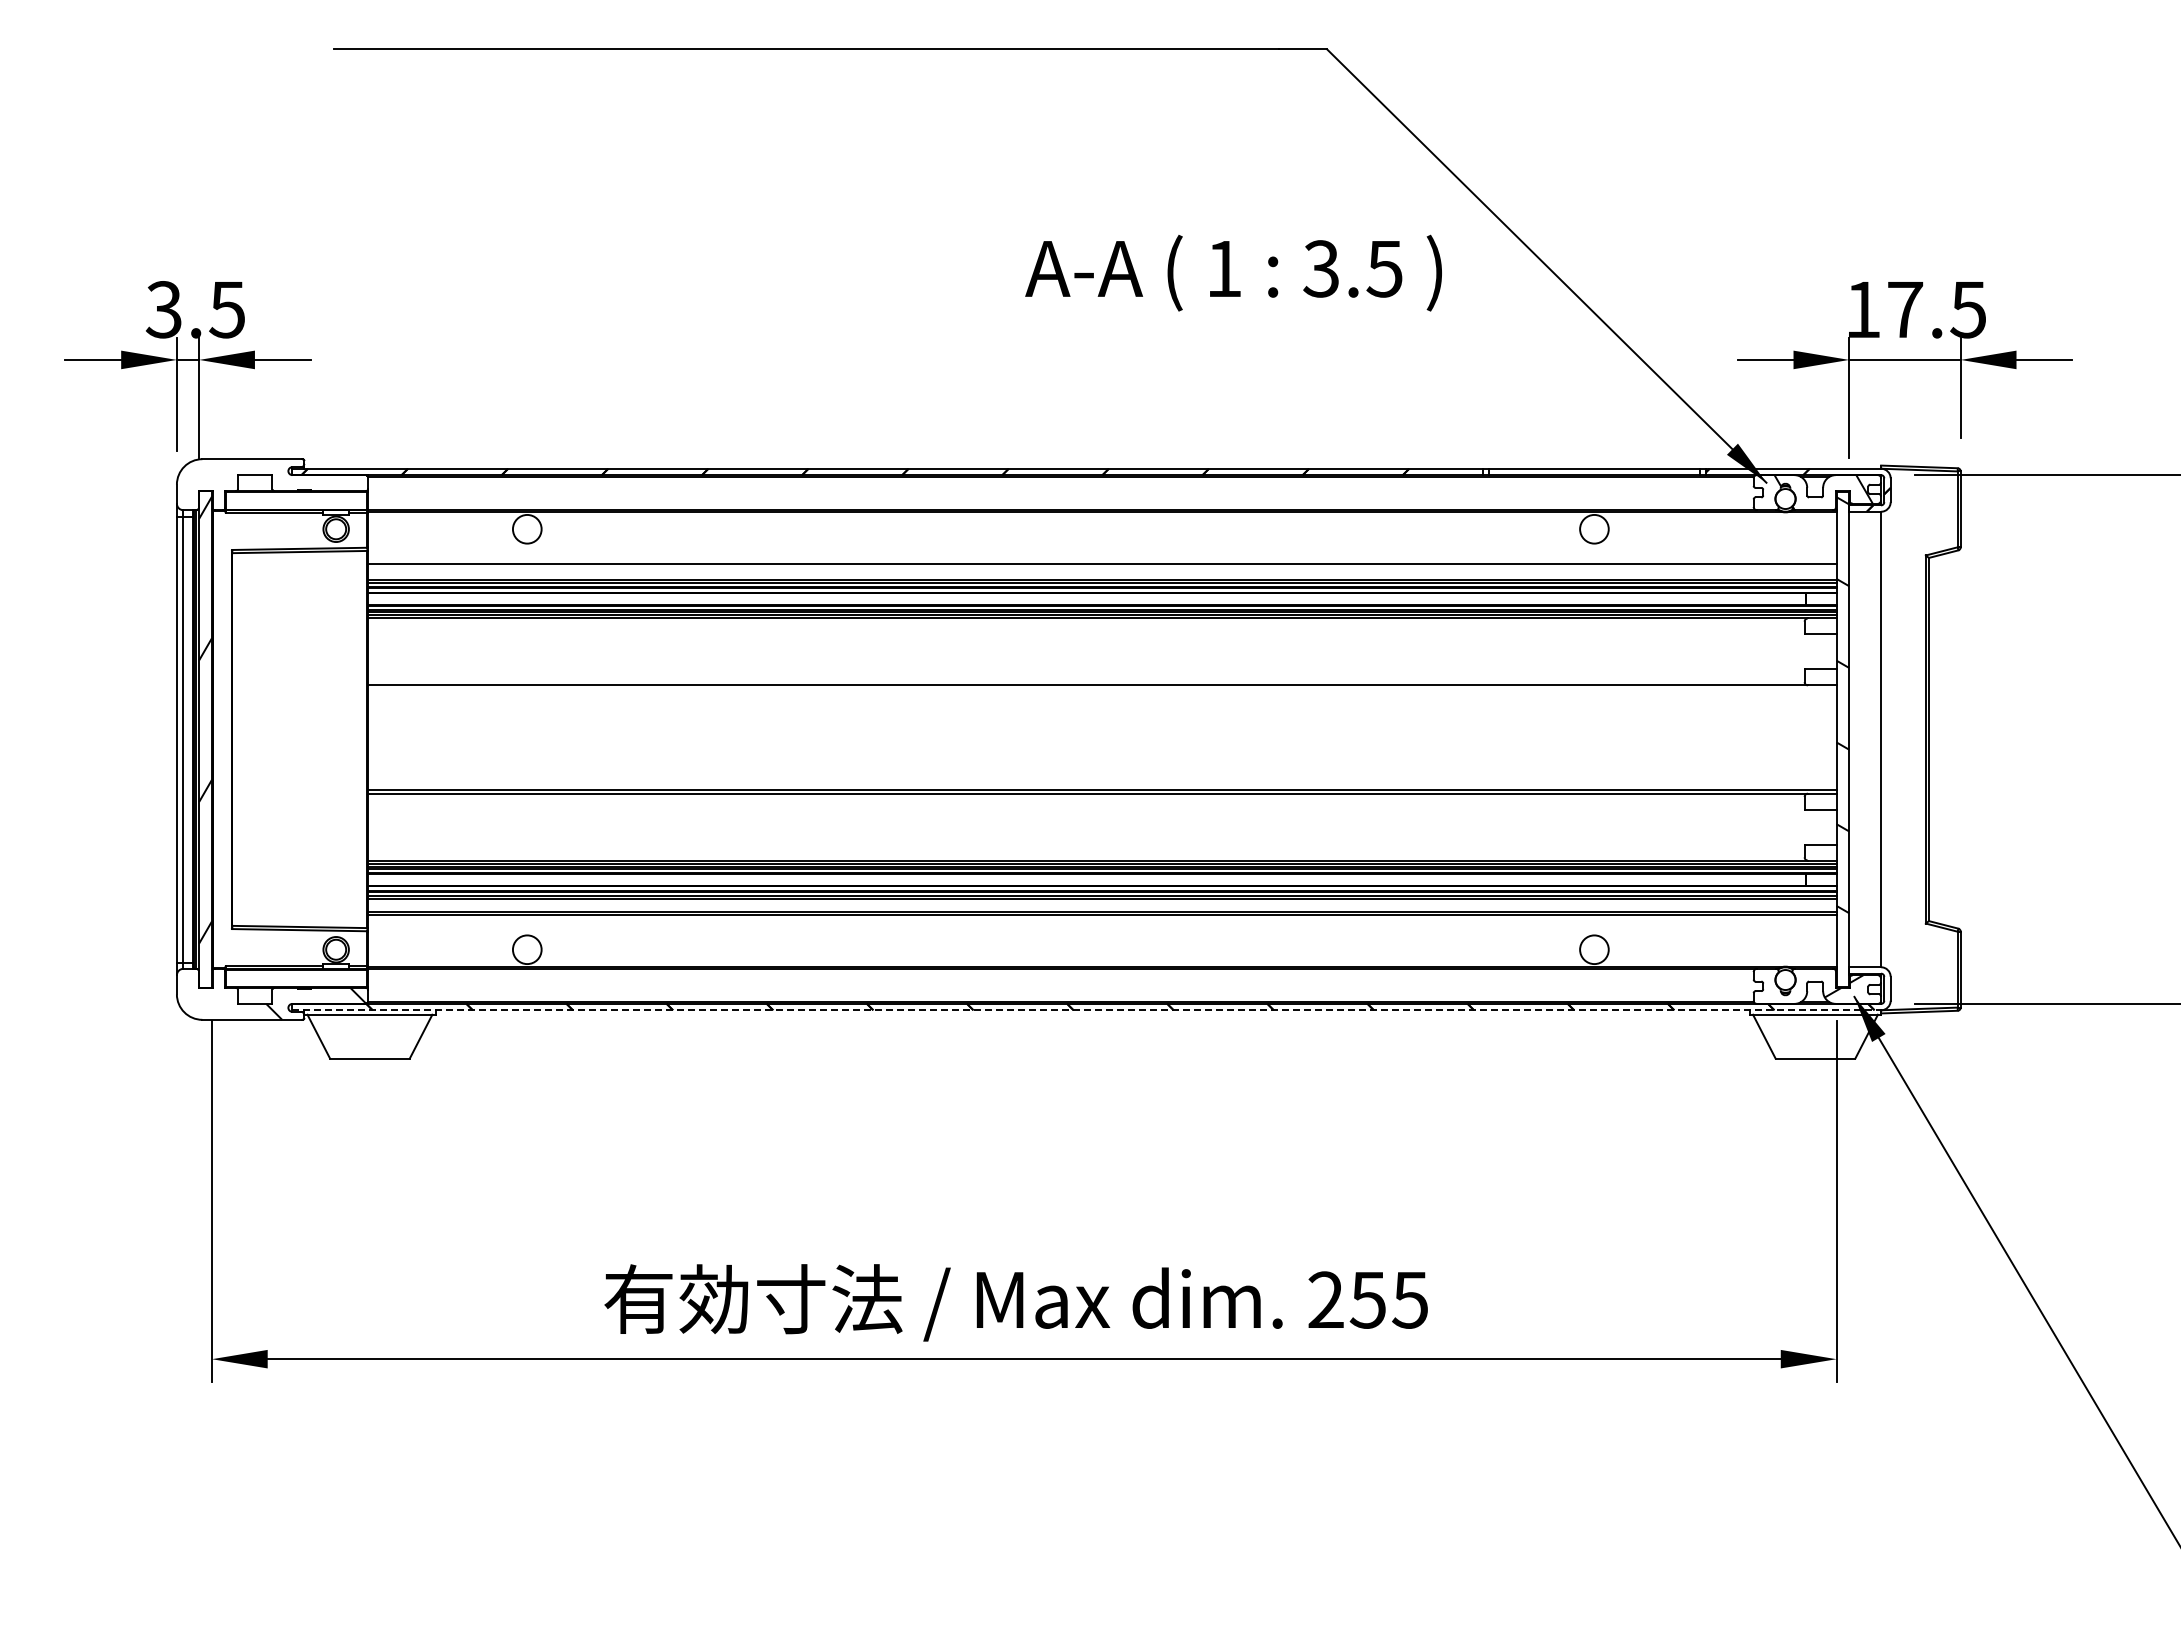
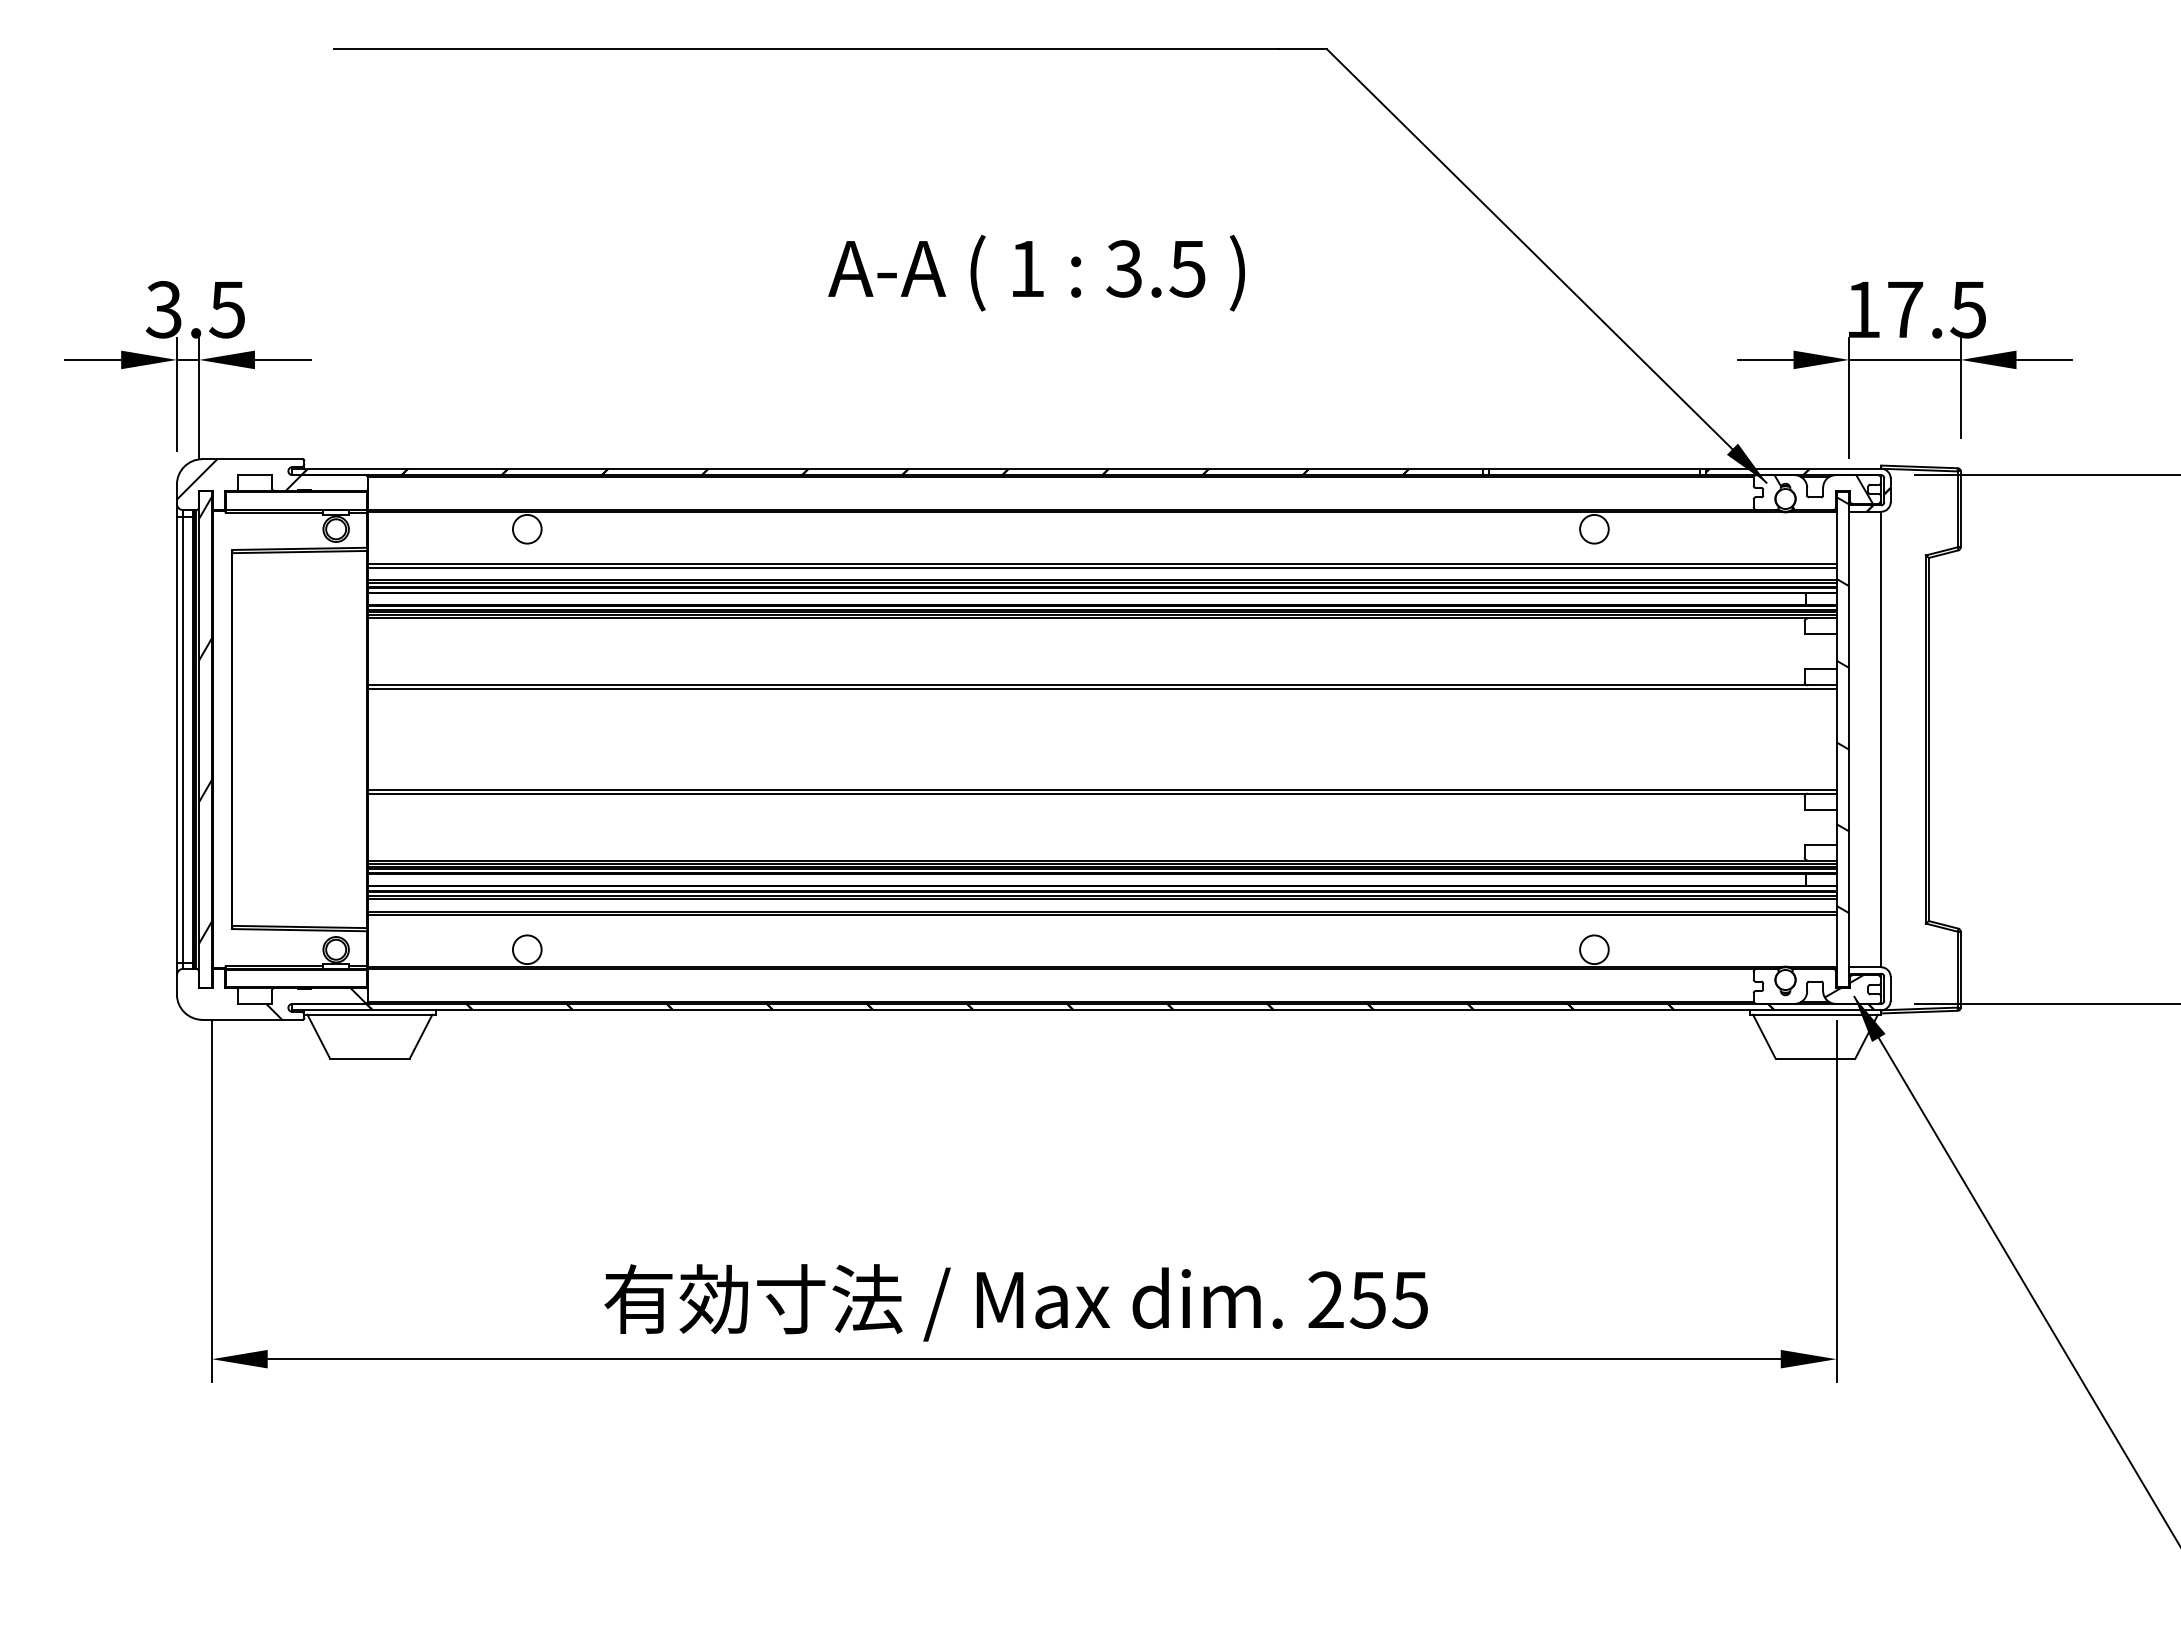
text at (1233, 272) position: (1233, 272) -> (1036, 272)
hatch at (238, 479): none -> present
line at (1102, 567): none -> present
line at (1102, 688): none -> present
line at (1086, 1010): dashed -> solid
